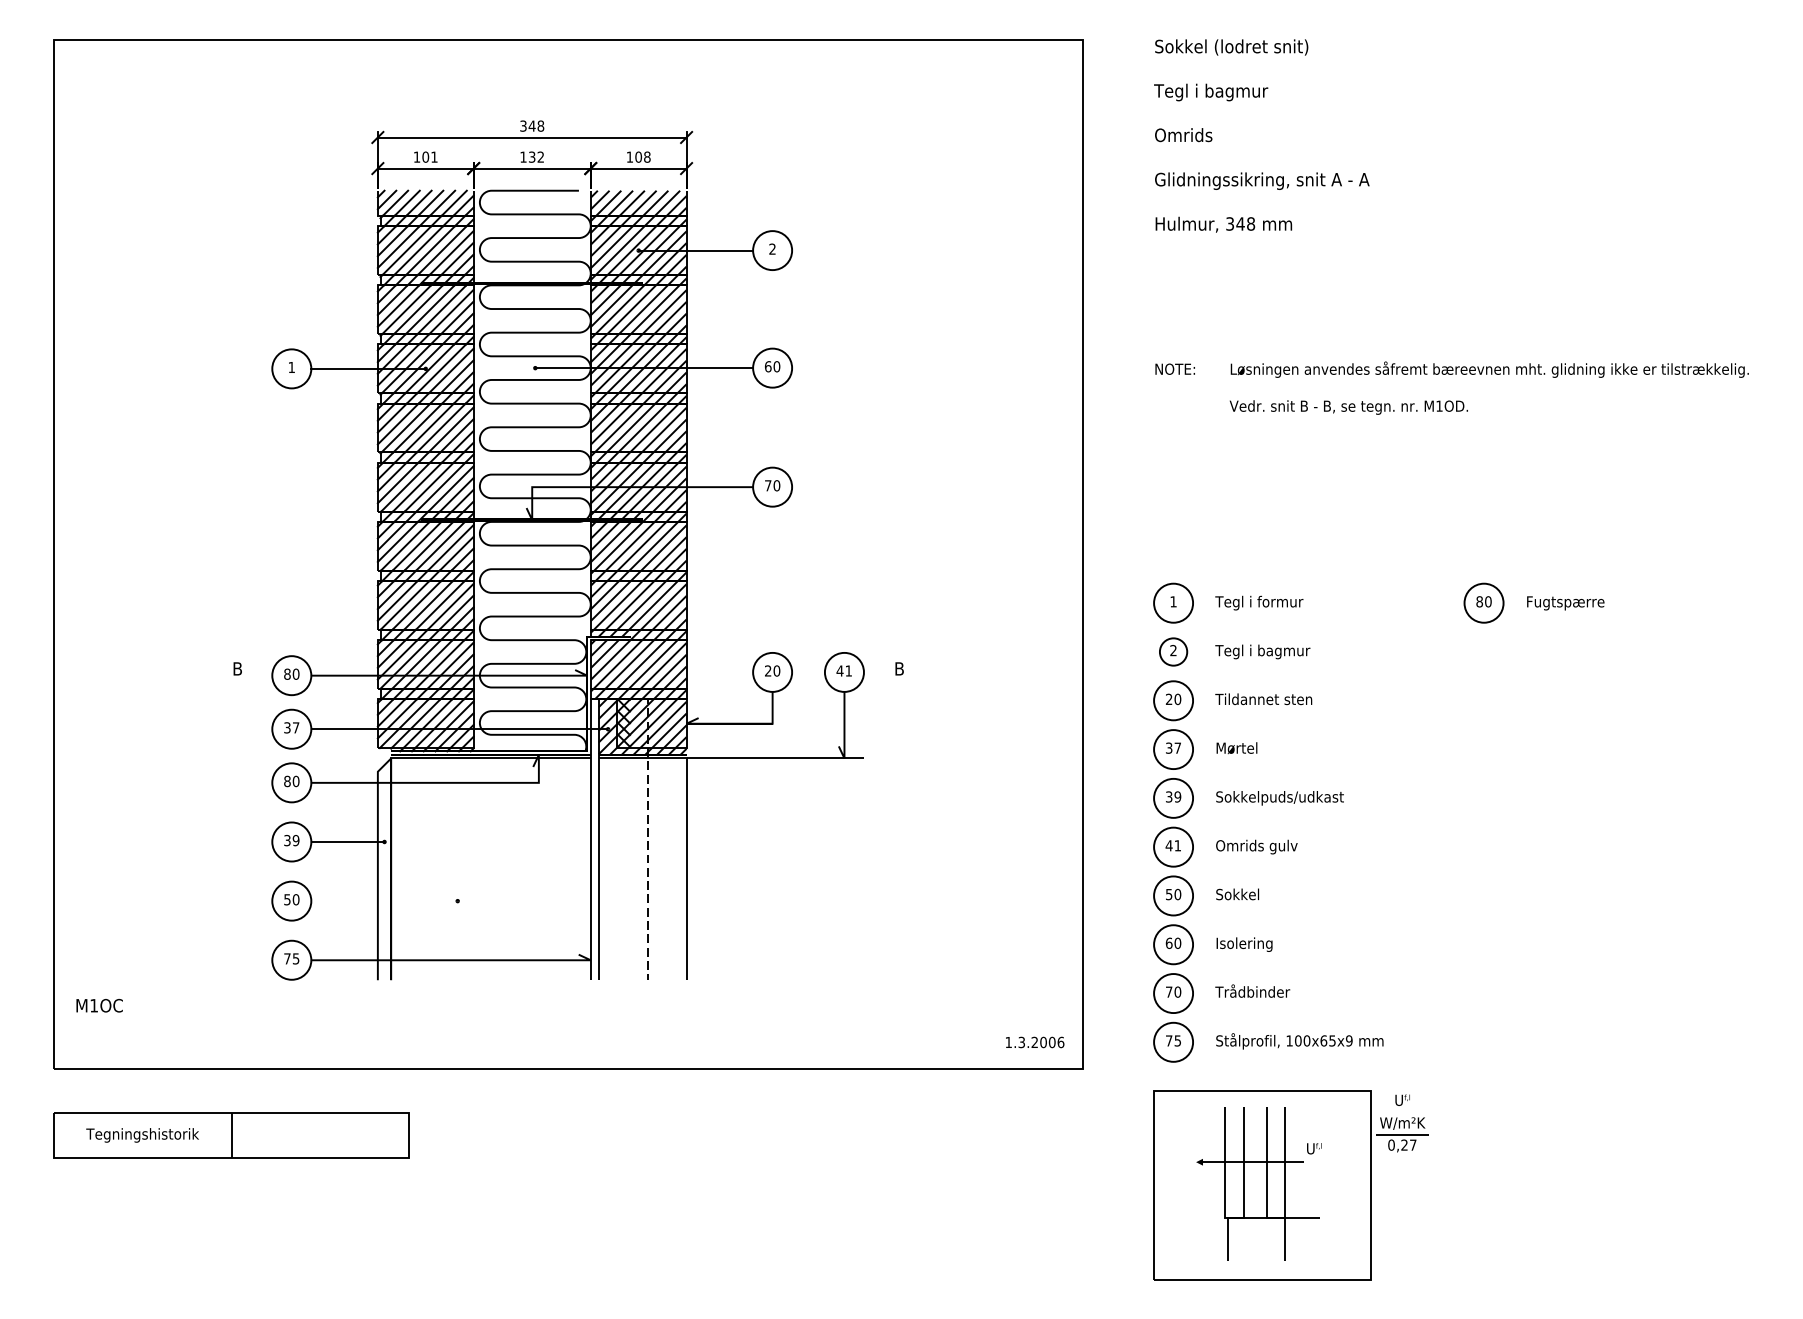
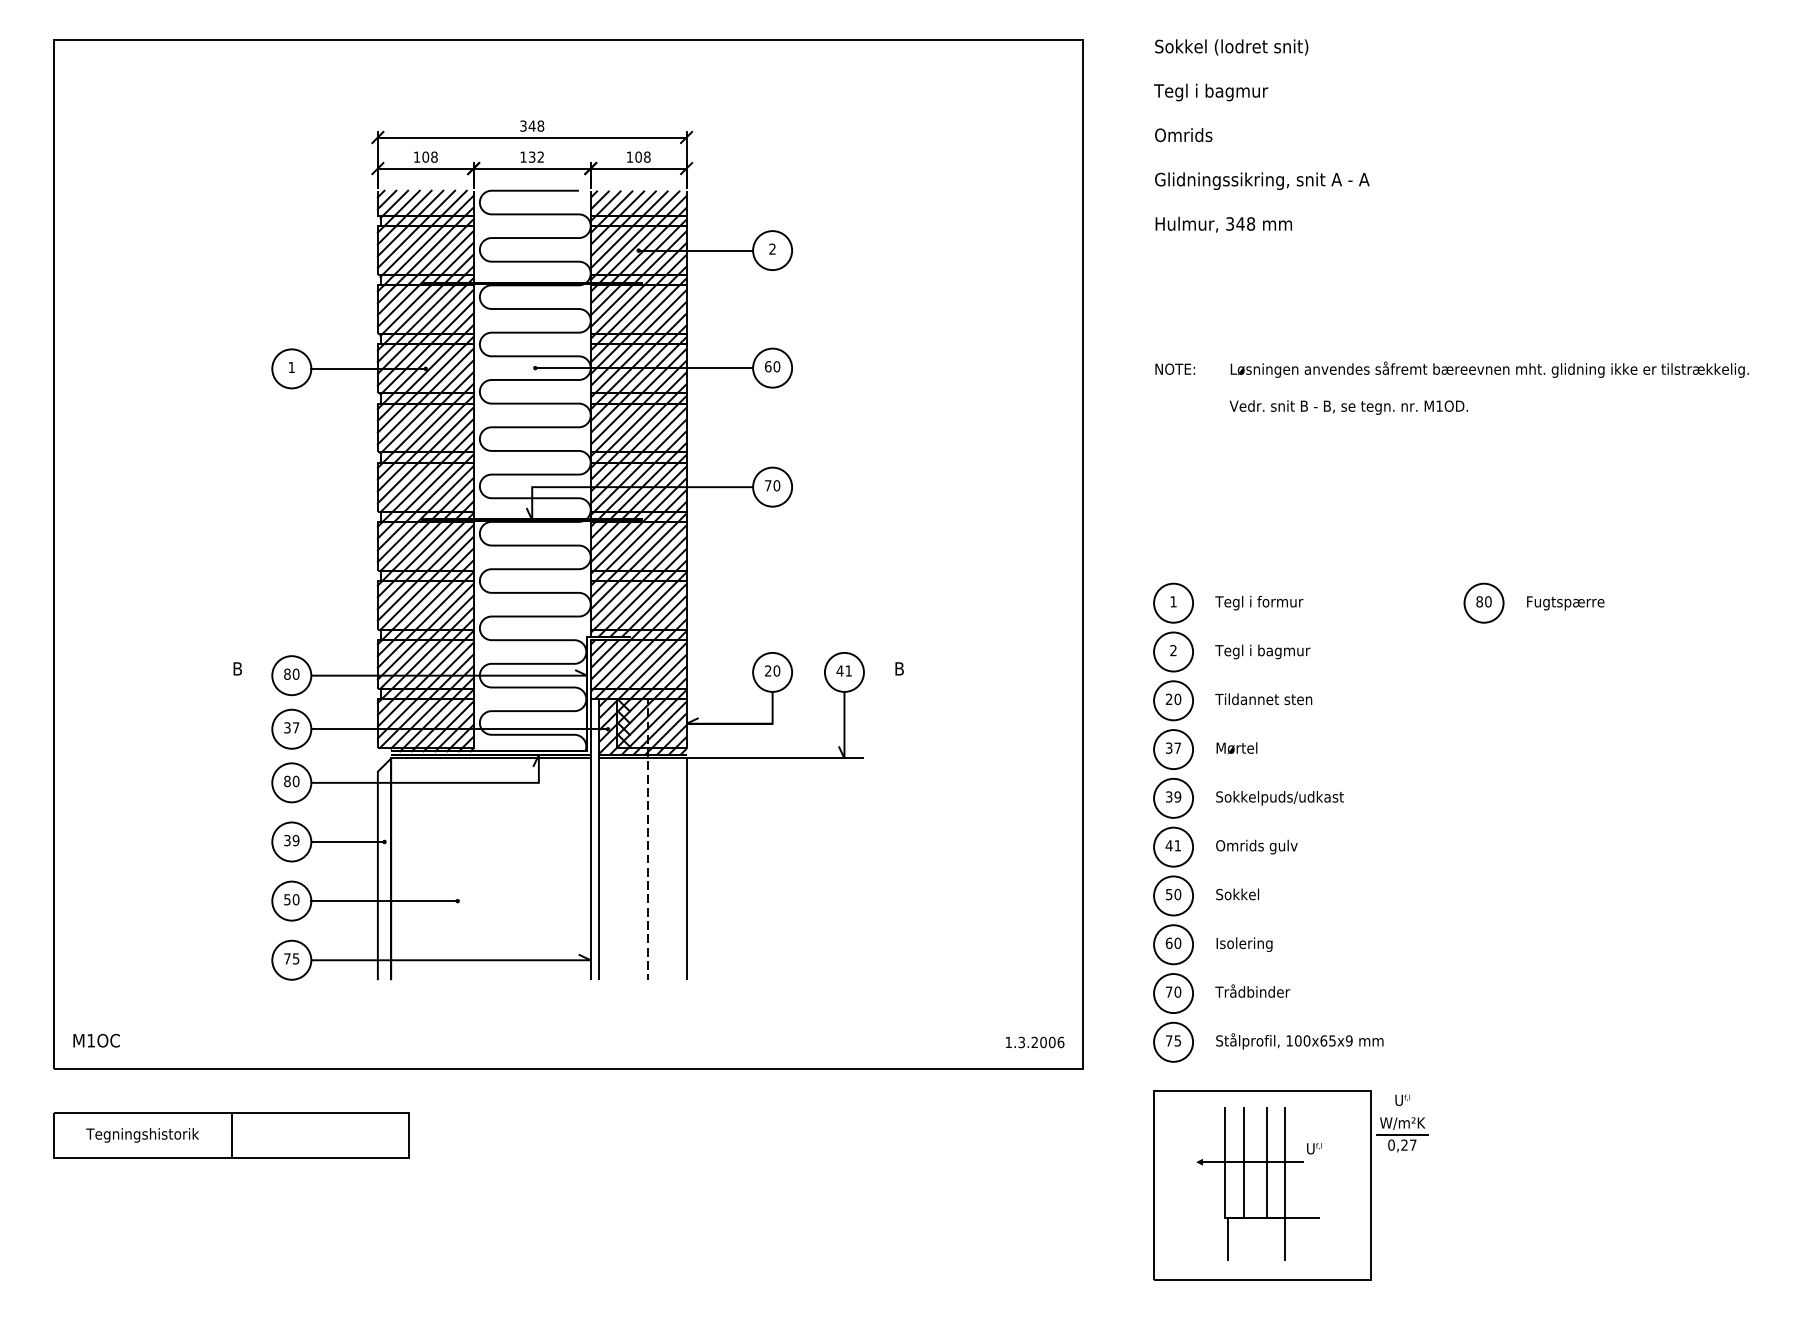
text at (434, 156): 101 -> 108
circle at (1173, 651) diameter: 27 px -> 39 px
line at (384, 901): none -> present
text at (99, 1005) position: (99, 1005) -> (96, 1040)
